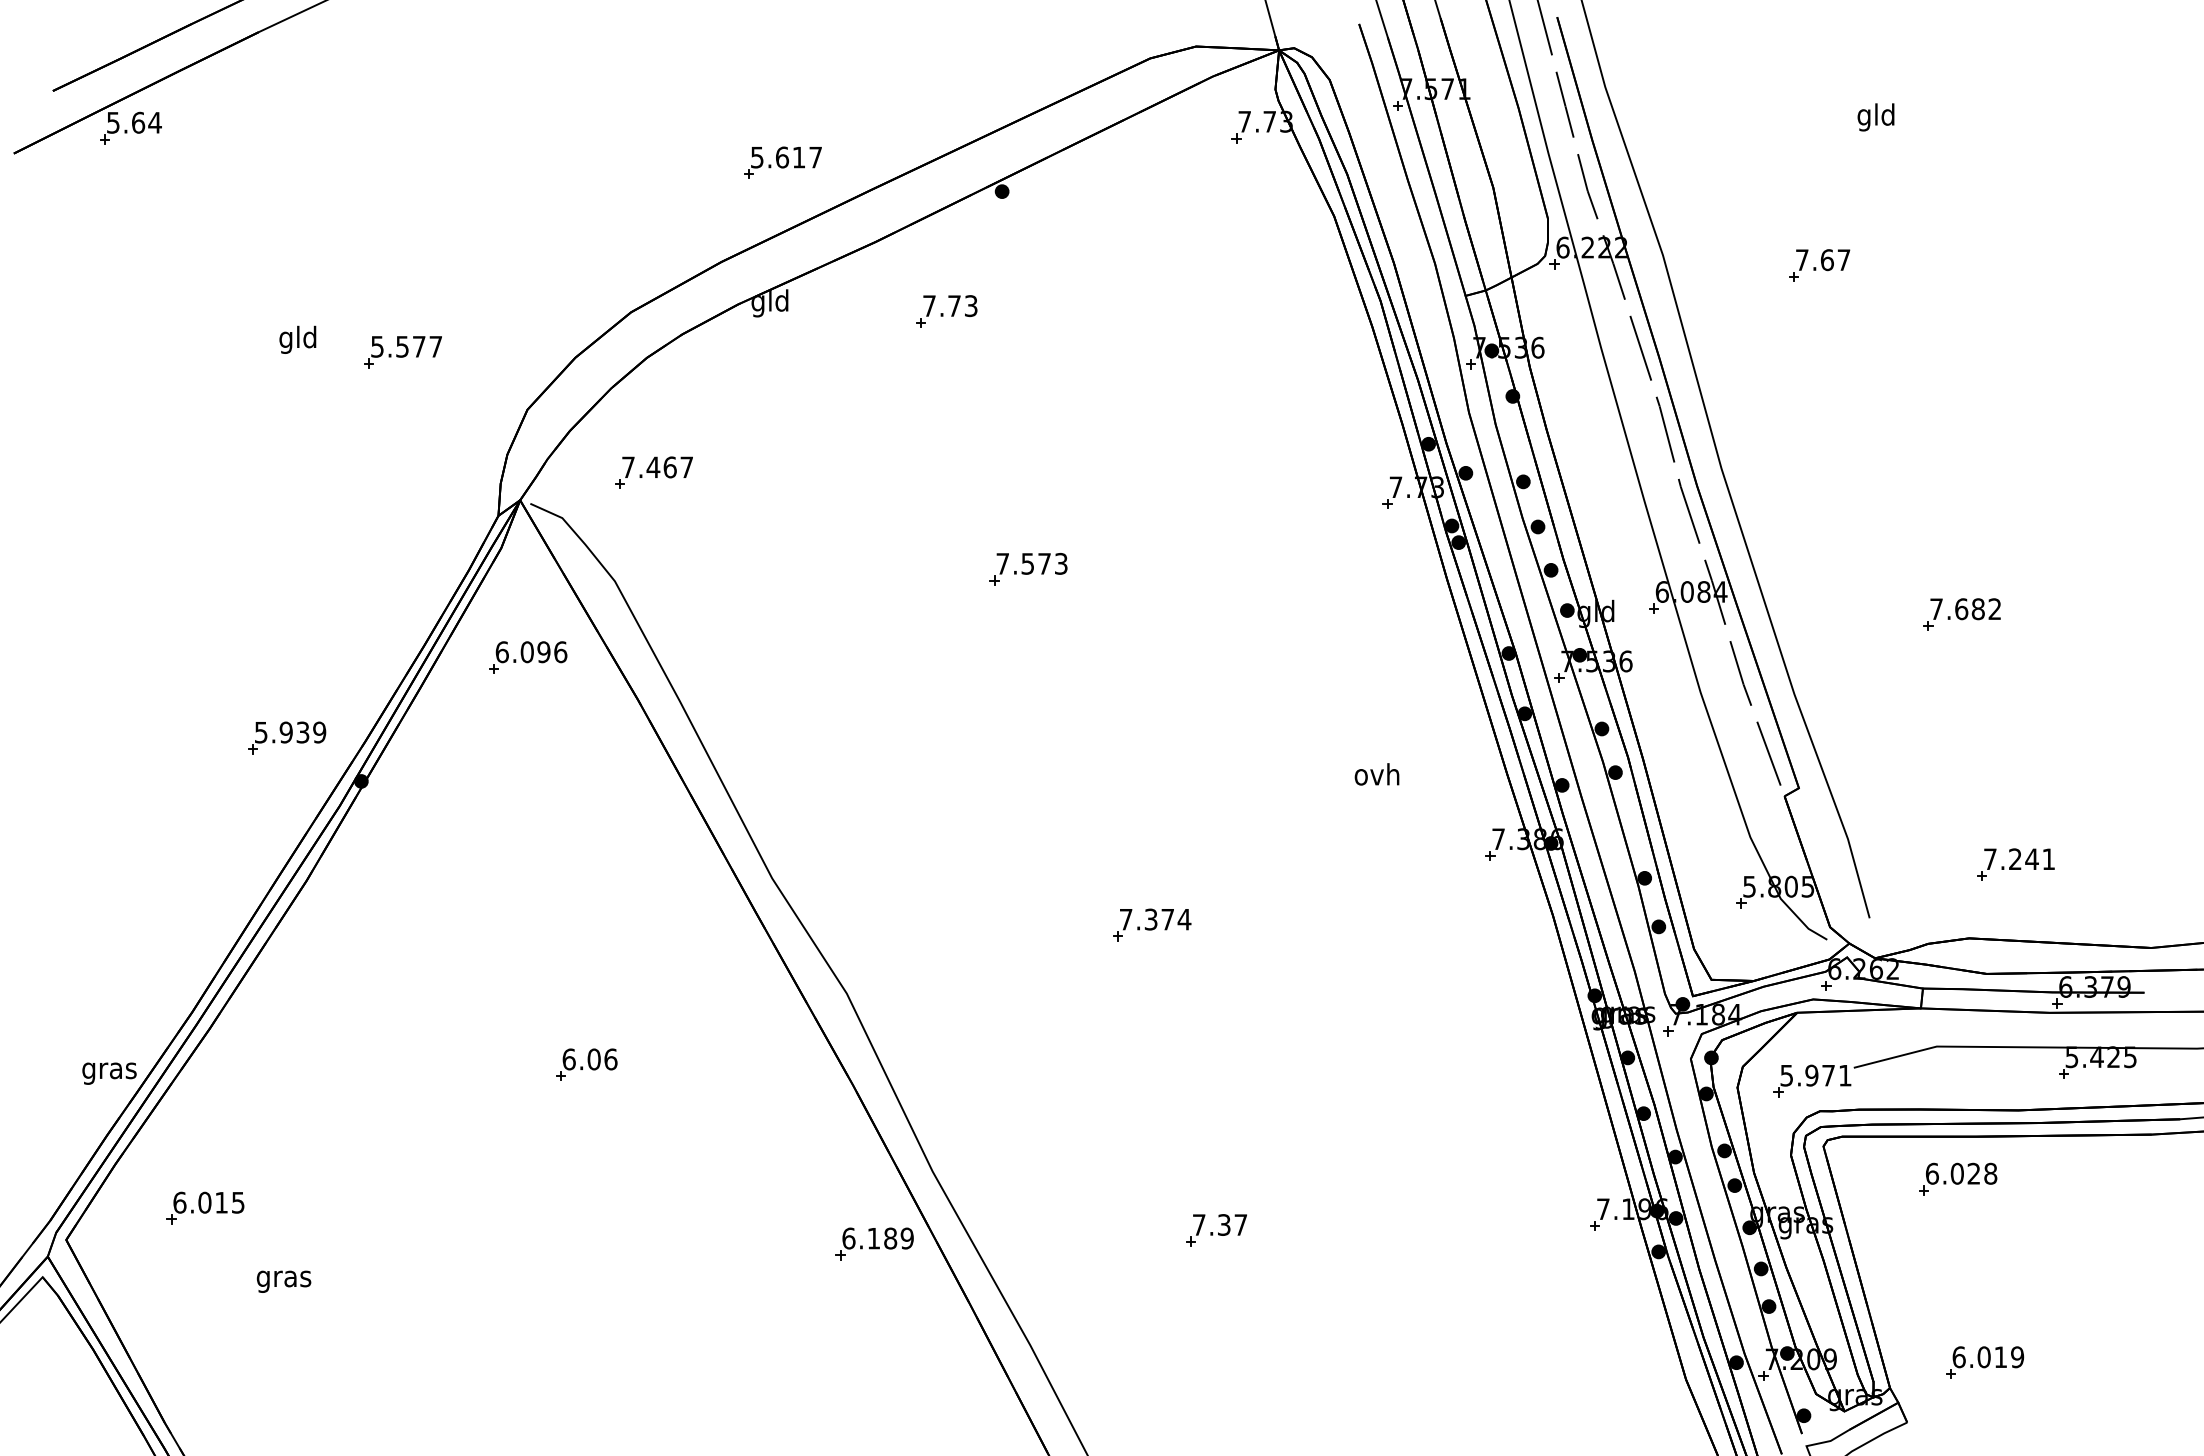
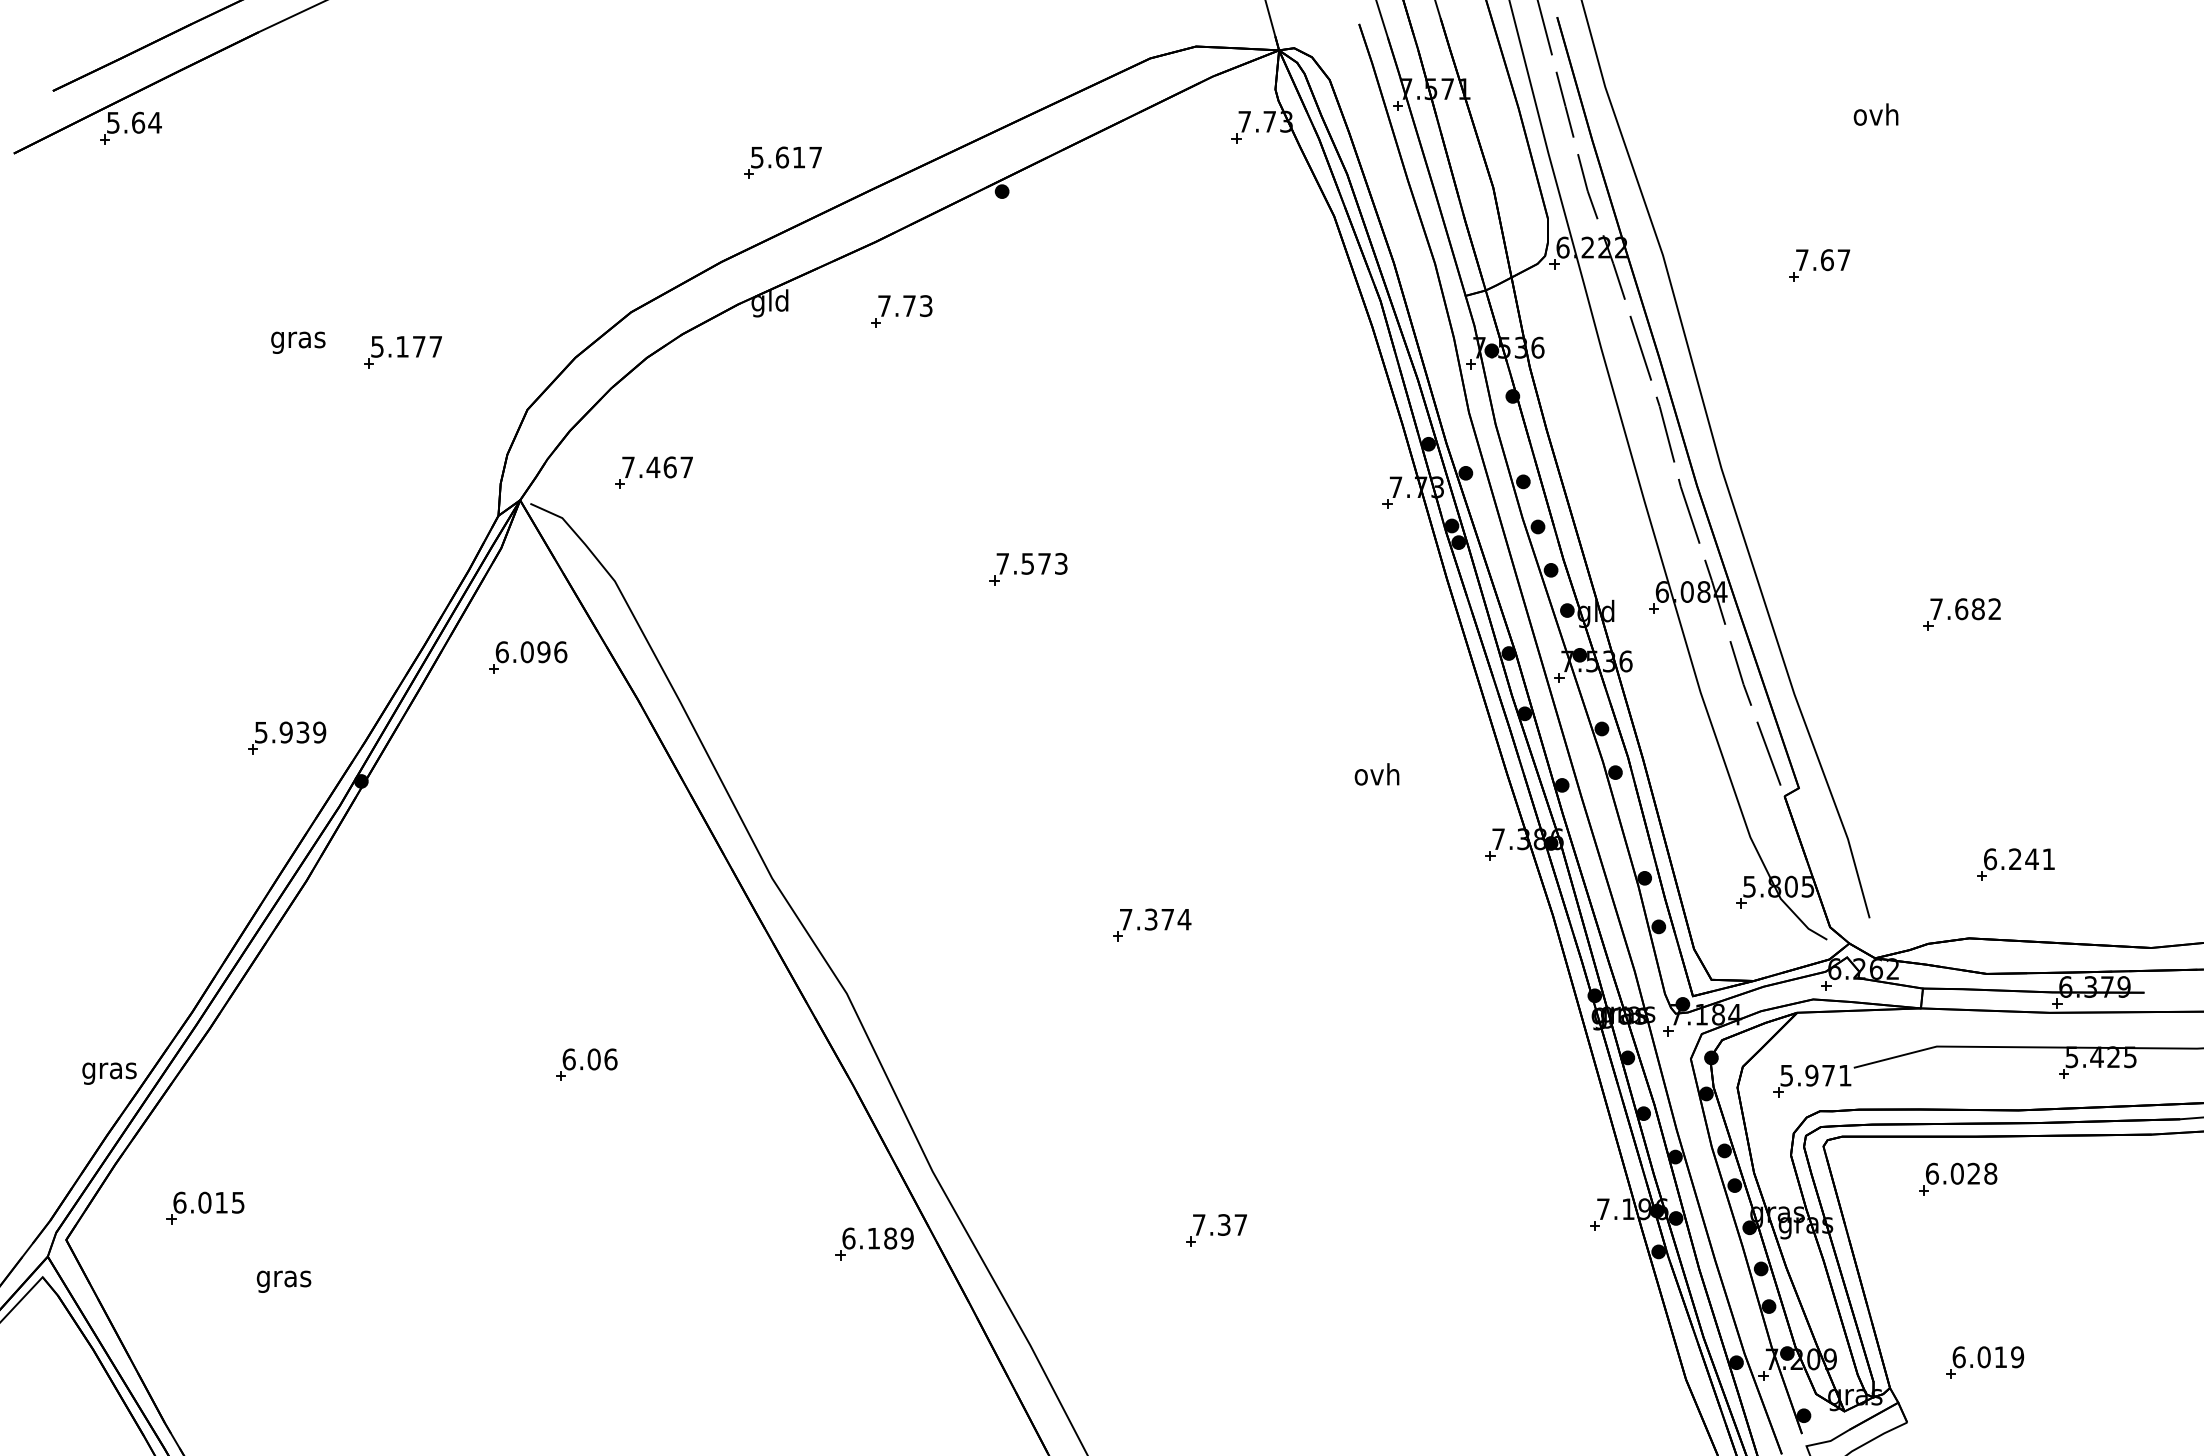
text at (1875, 117): gld -> ovh
part at (946, 311) position: (946, 311) -> (901, 311)
text at (298, 339): gld -> gras
text at (402, 346): 5.577 -> 5.177
text at (1990, 859): 7.241 -> 6.241
